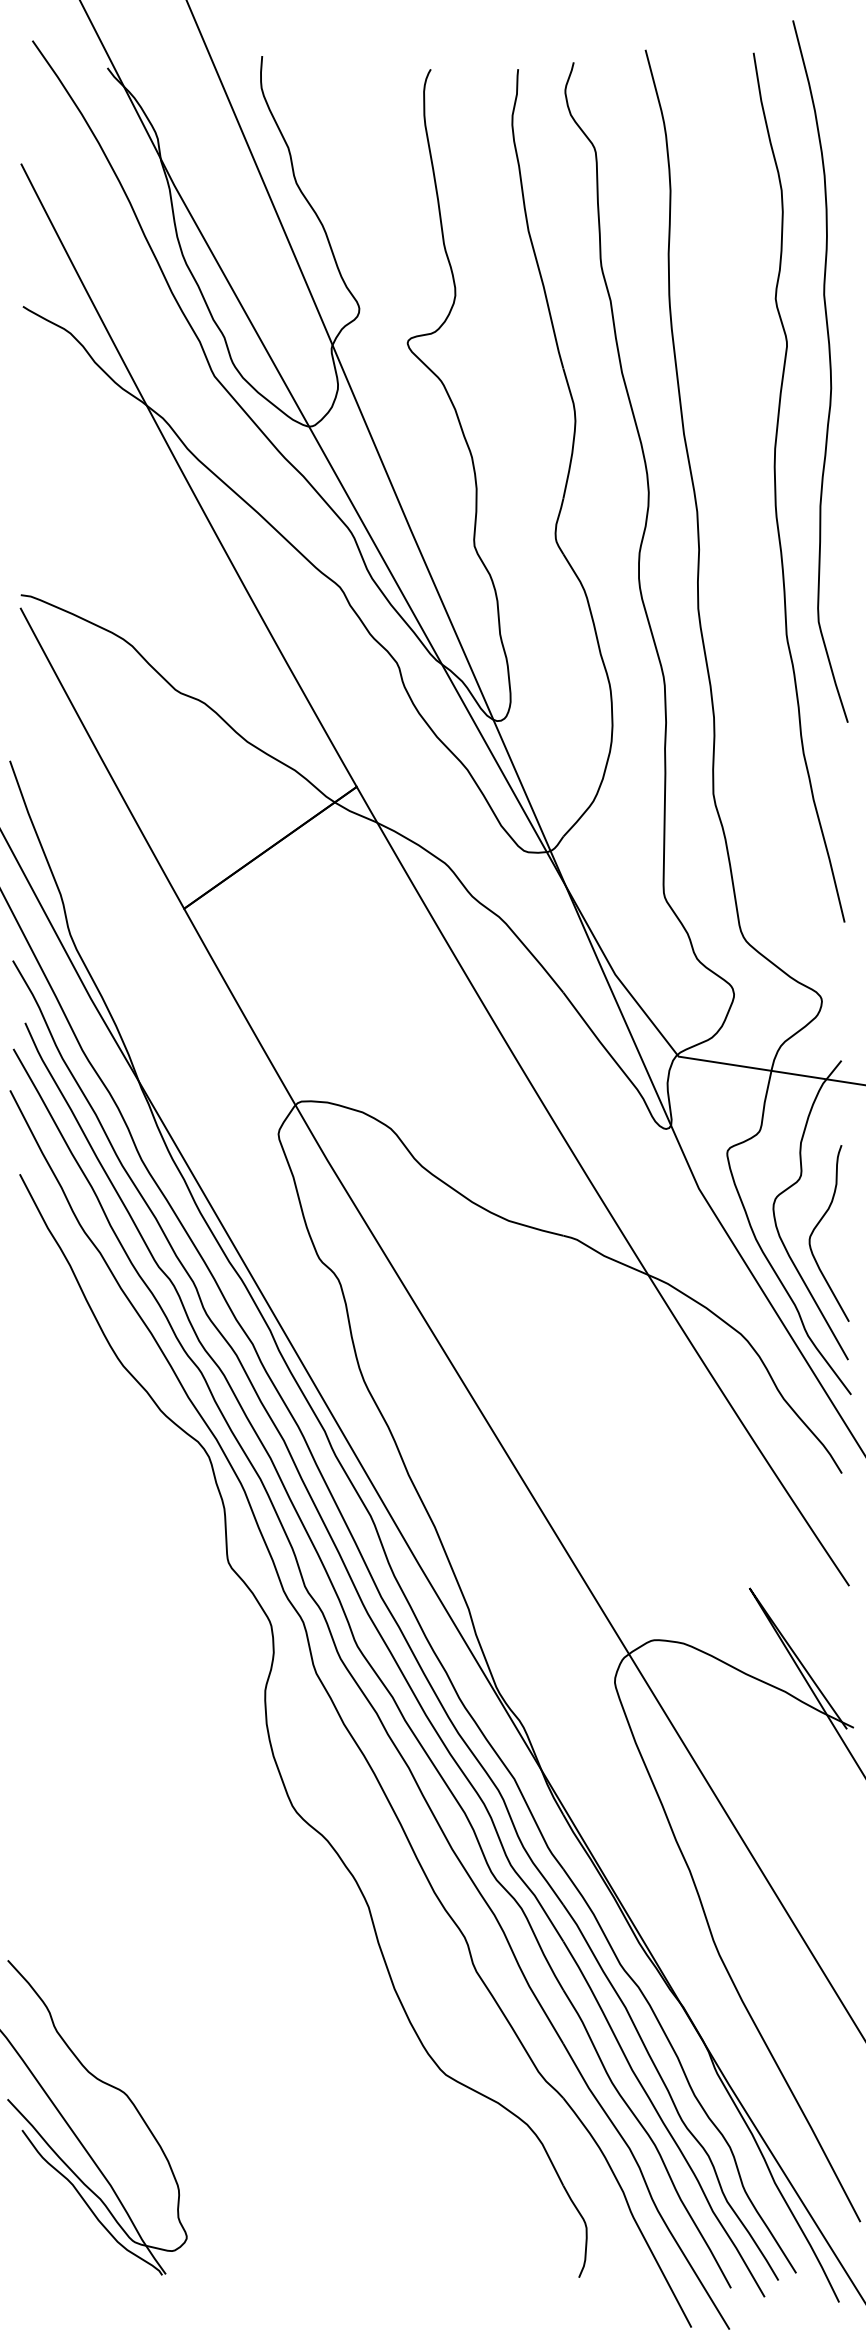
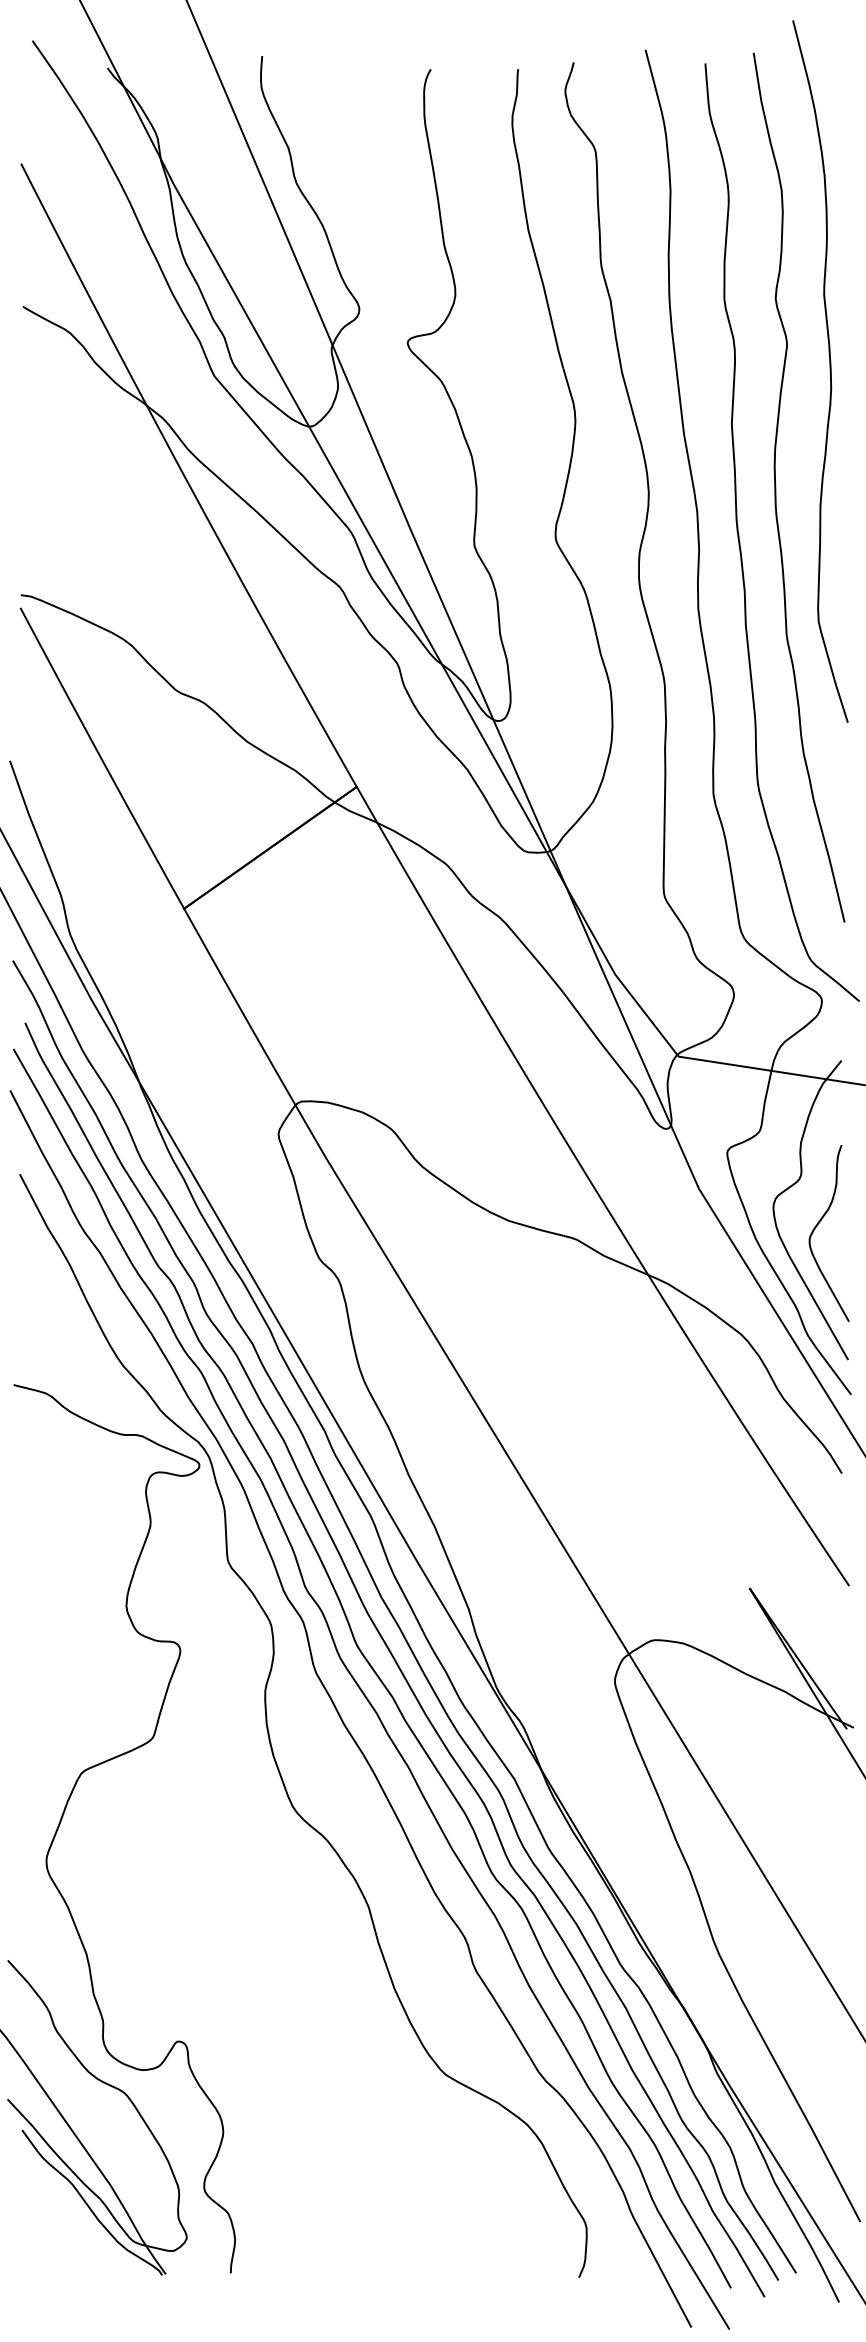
curve at (739, 534): none -> present
curve at (66, 1808): none -> present
